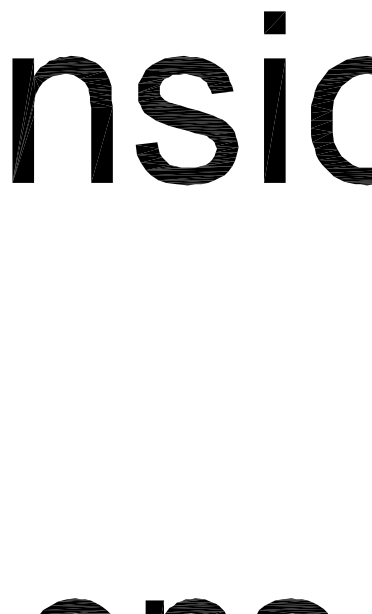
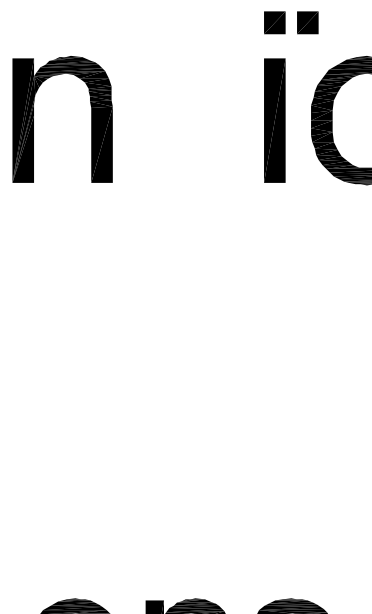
part at (307, 22): none -> present
part at (186, 120): present -> none
